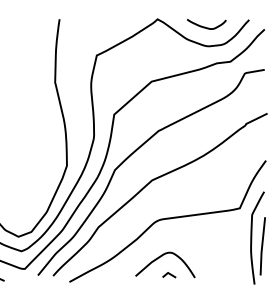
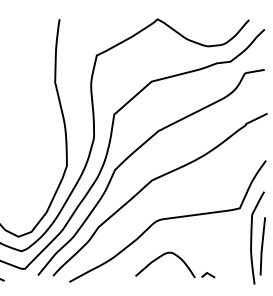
curve at (205, 26): present -> none
line at (169, 274) position: (169, 274) -> (208, 274)
